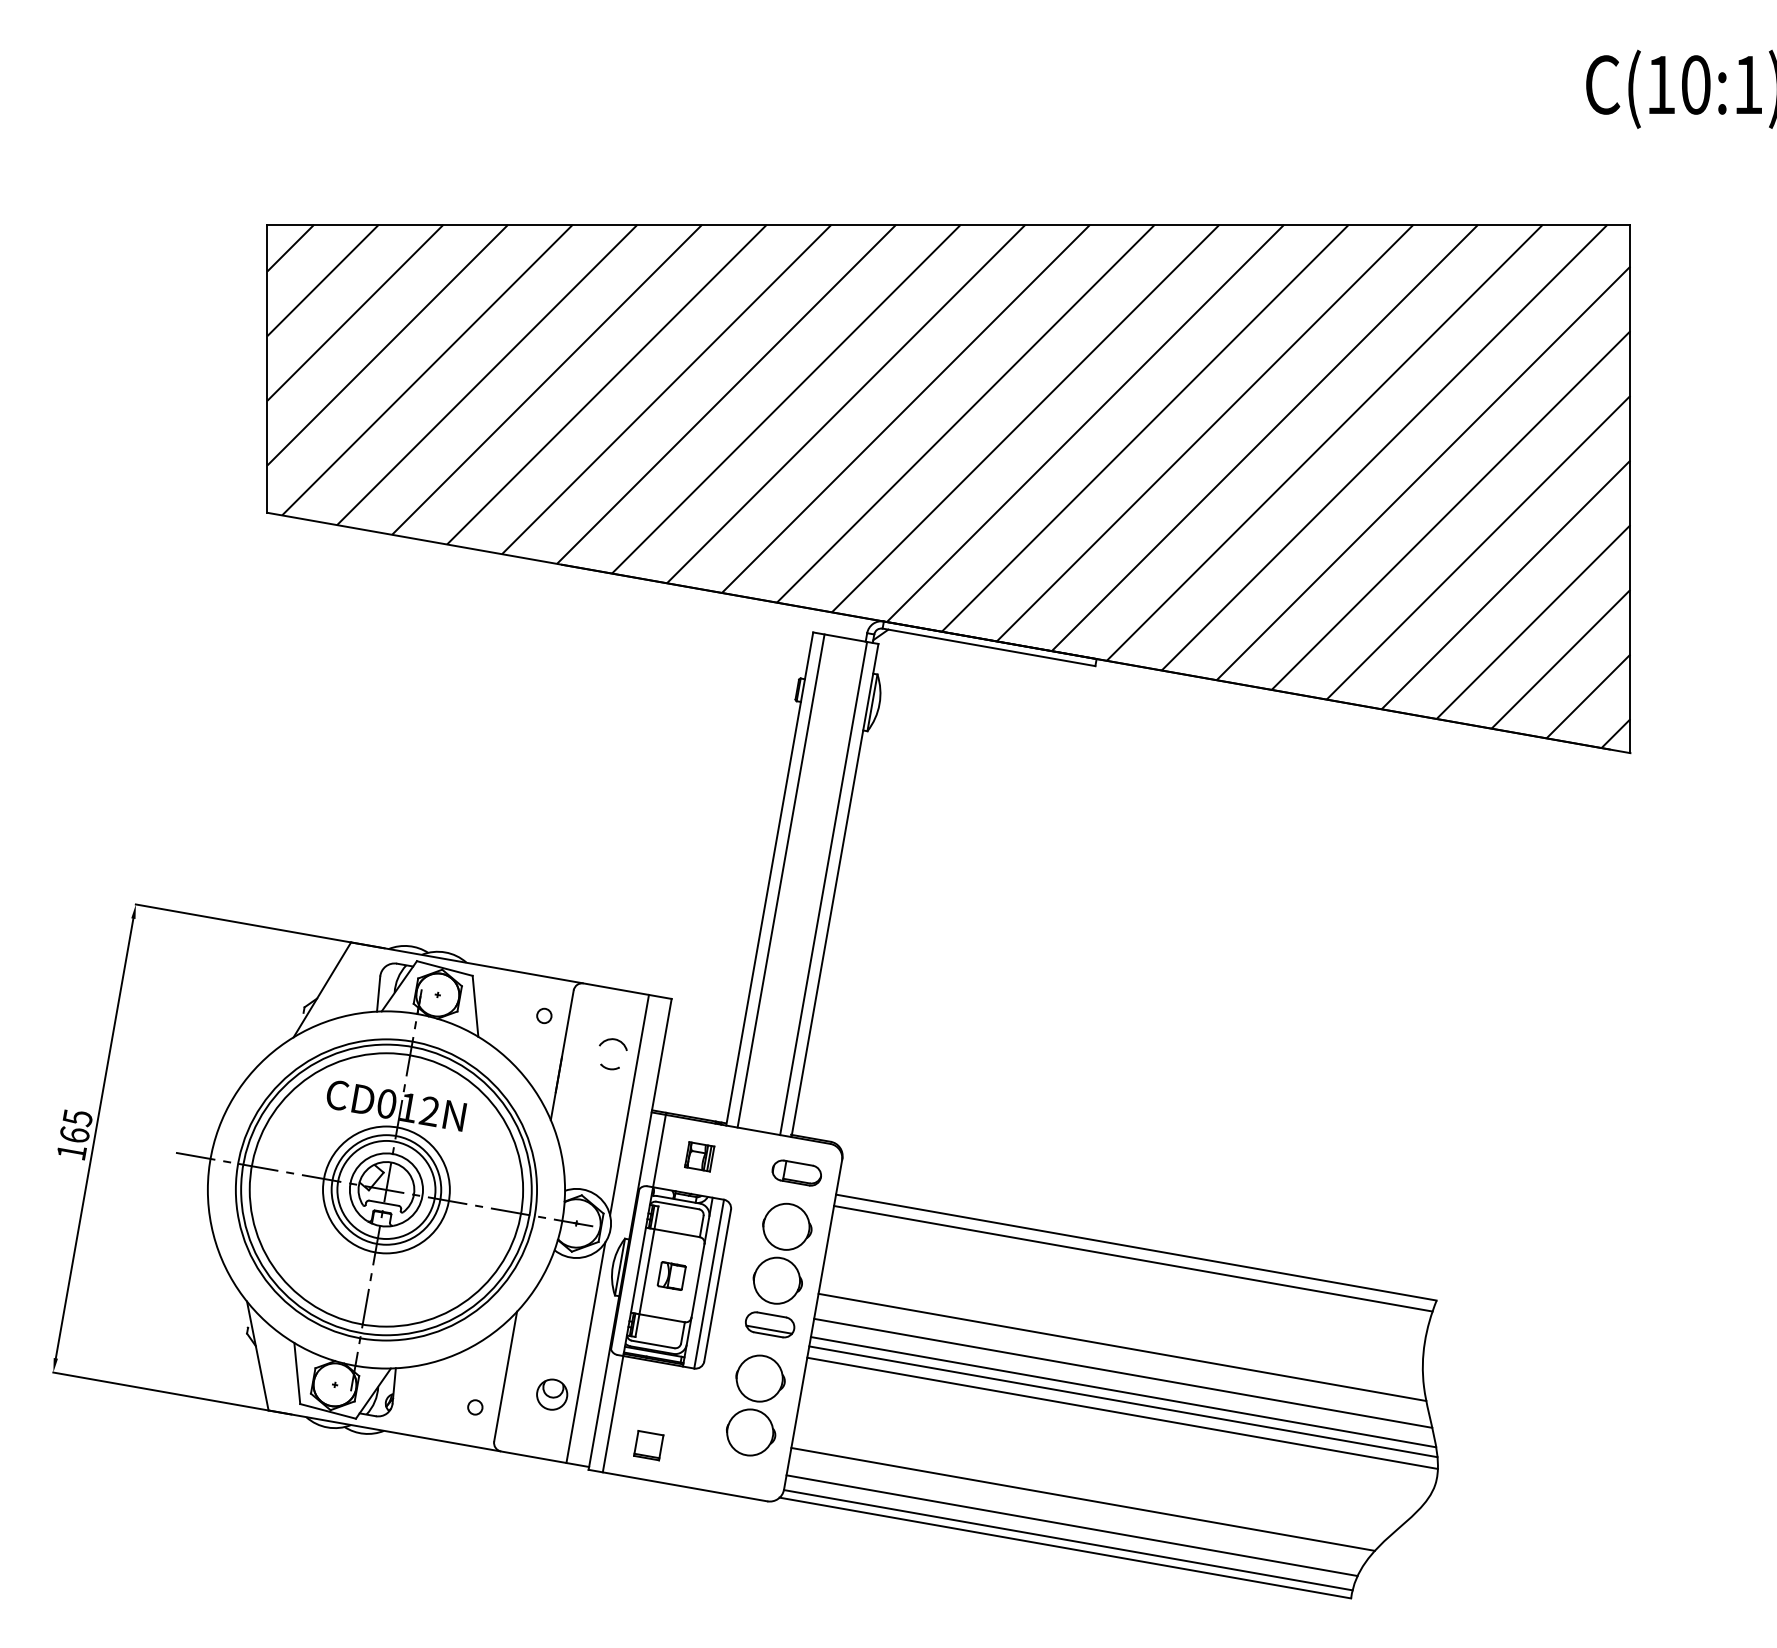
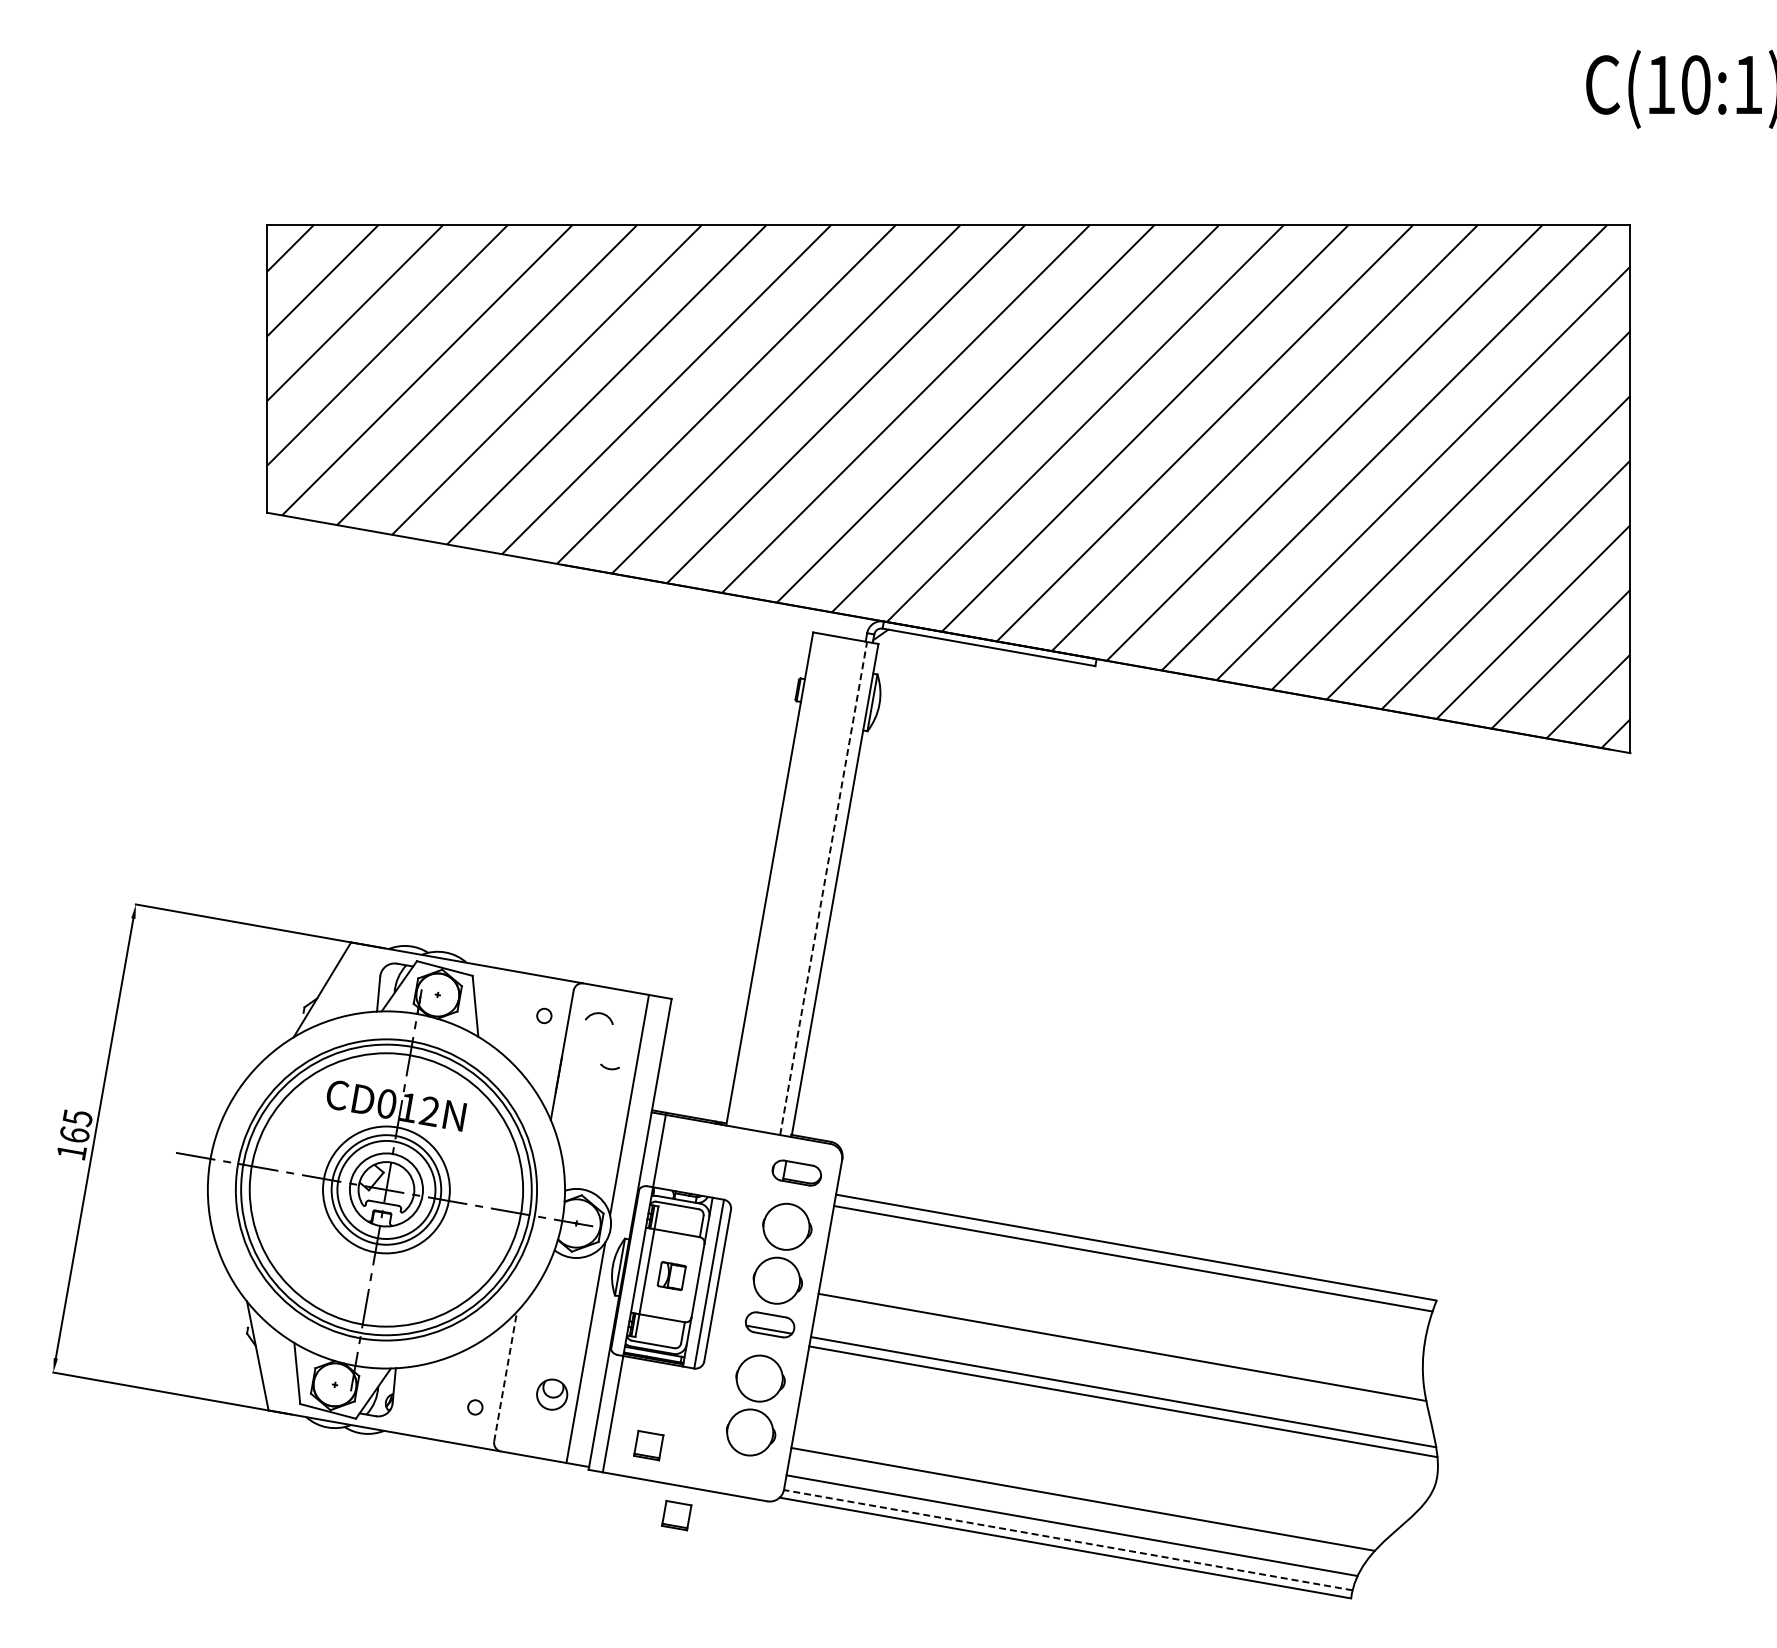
line at (780, 880): present -> none
line at (823, 888): solid -> dashed
arc at (613, 1040) position: (613, 1040) -> (599, 1014)
part at (699, 1156): present -> none
line at (1123, 1372): present -> none
line at (505, 1376): solid -> dashed
line at (1122, 1412): present -> none
part at (676, 1515): none -> present
line at (1068, 1540): solid -> dashed
